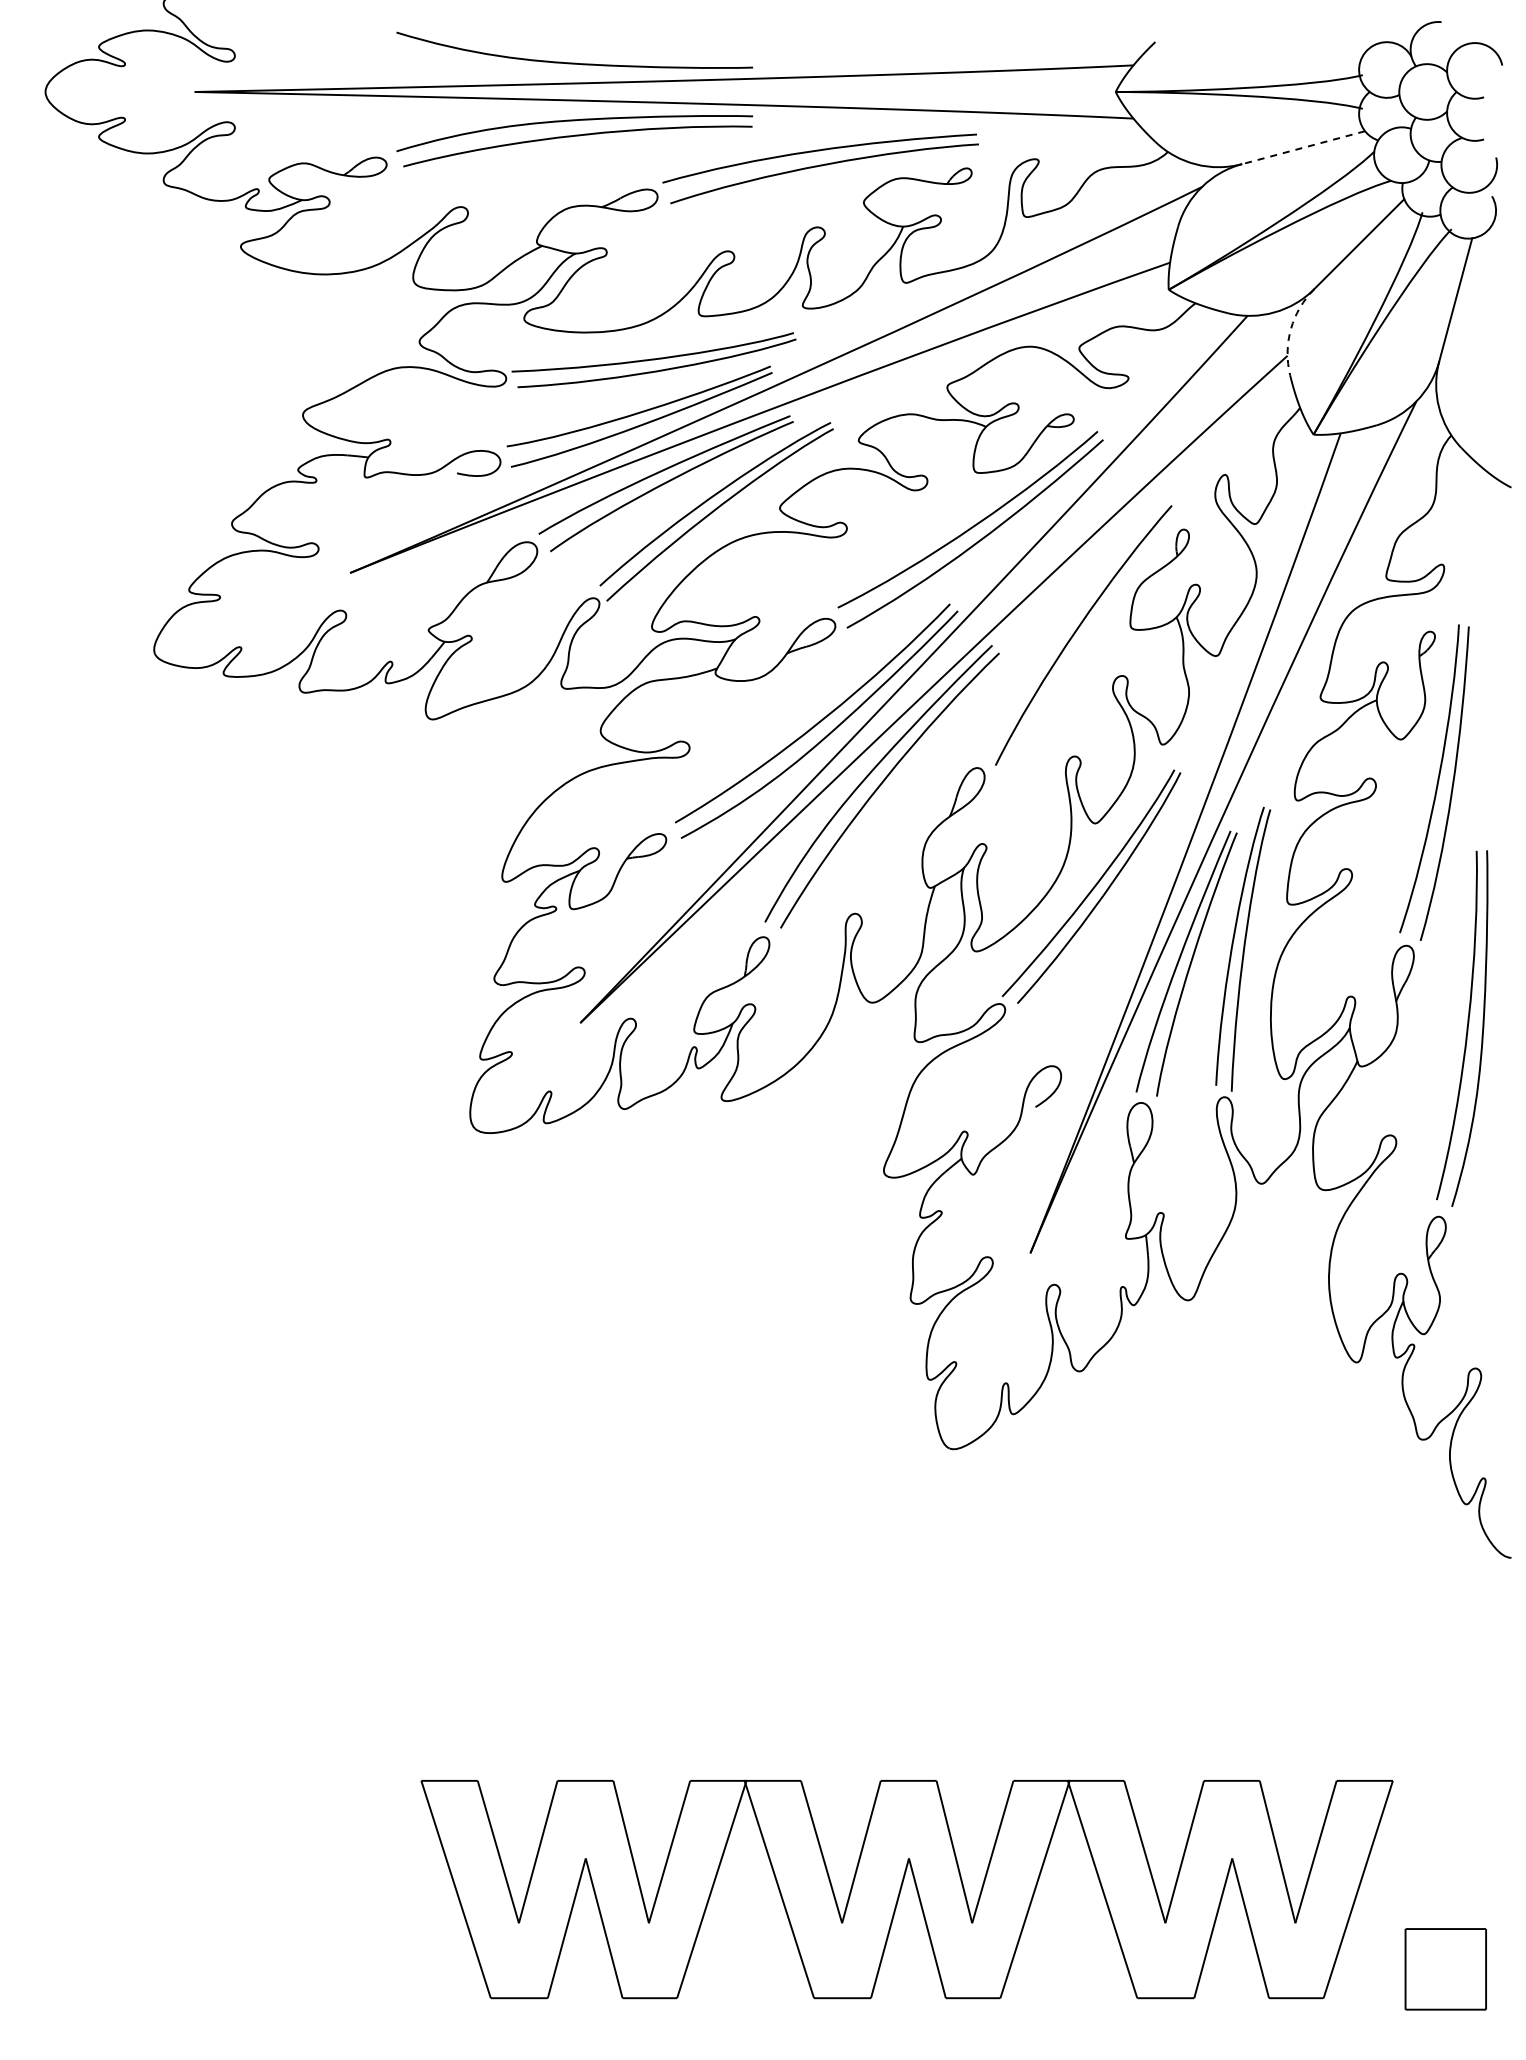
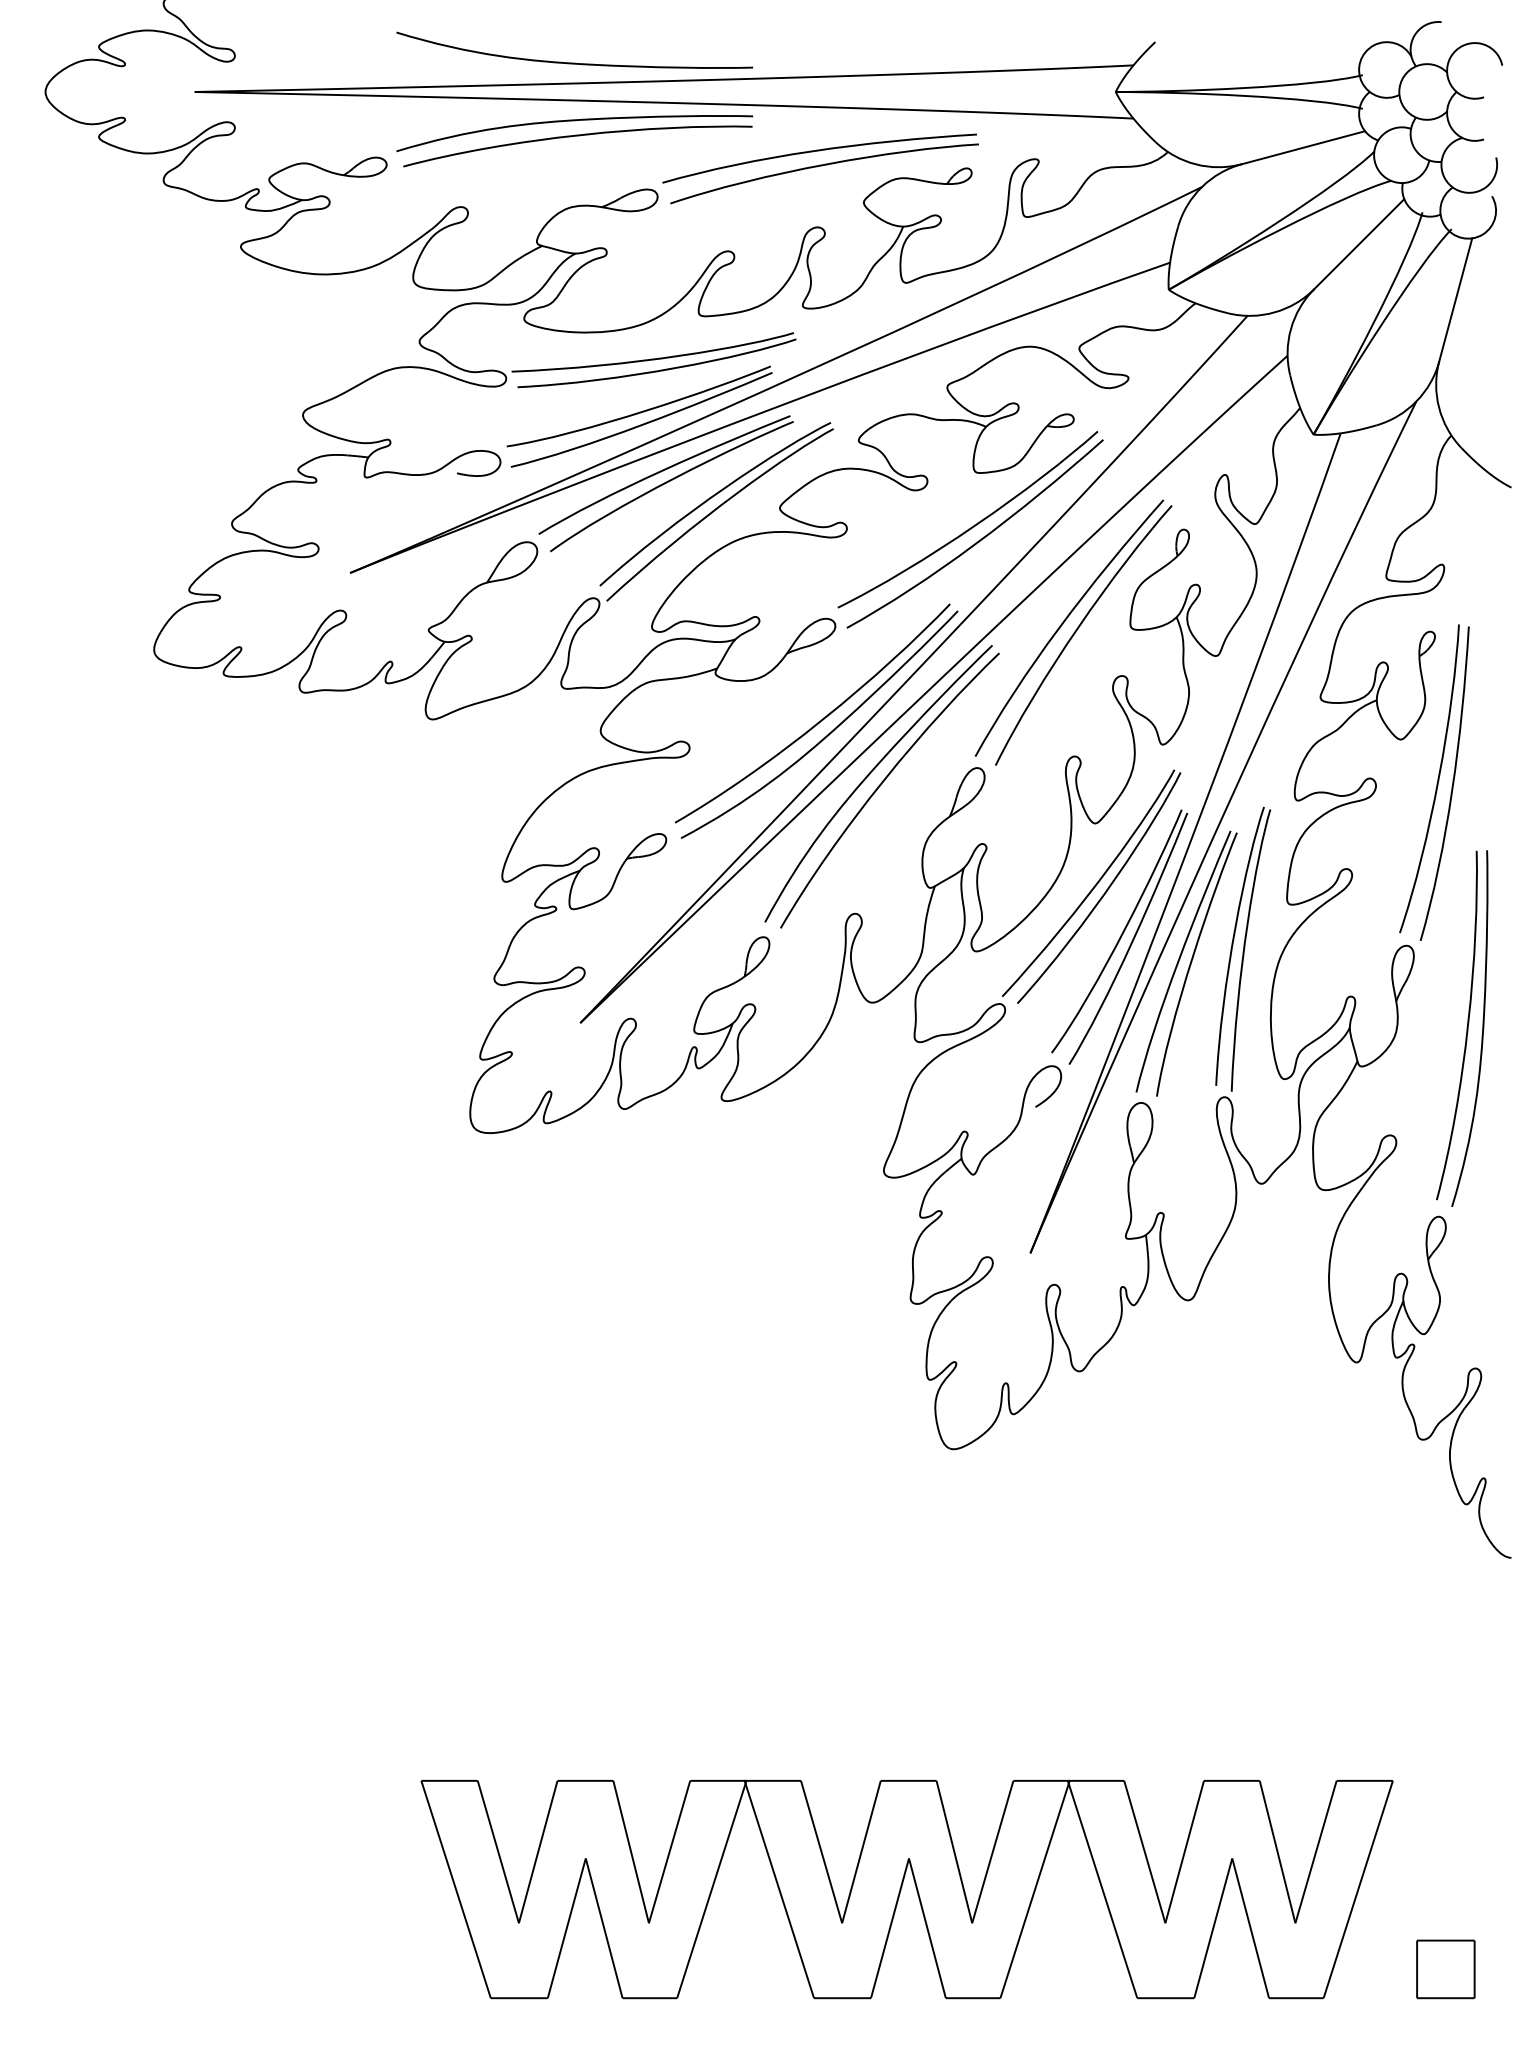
line at (1303, 147): dashed -> solid
arc at (1290, 329): dashed -> solid
curve at (1063, 624): none -> present
part at (1119, 936): none -> present
part at (1445, 1969) size: 83x83 px -> 60x61 px
